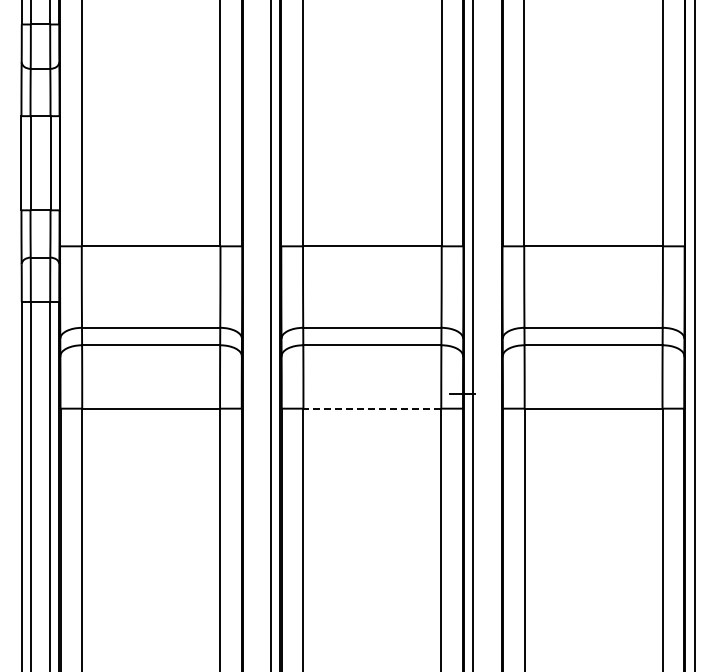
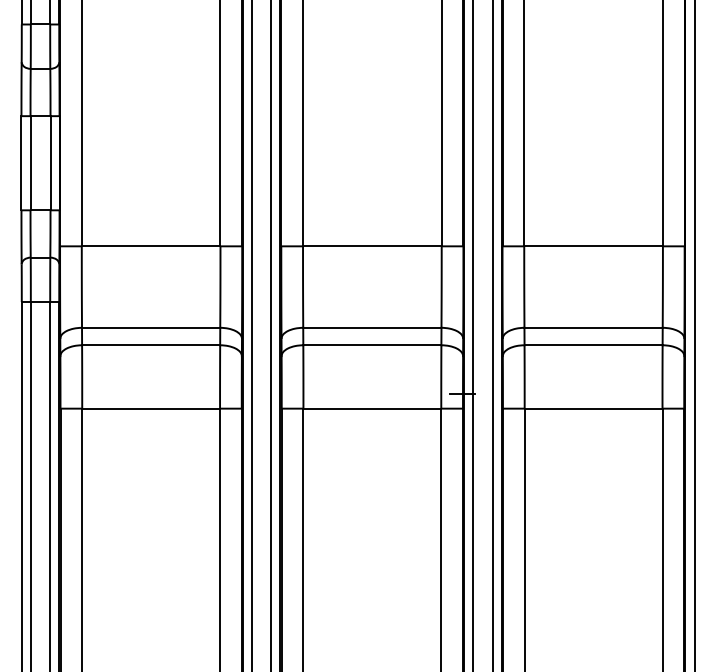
line at (252, 335): none -> present
line at (492, 335): none -> present
line at (372, 408): dashed -> solid
